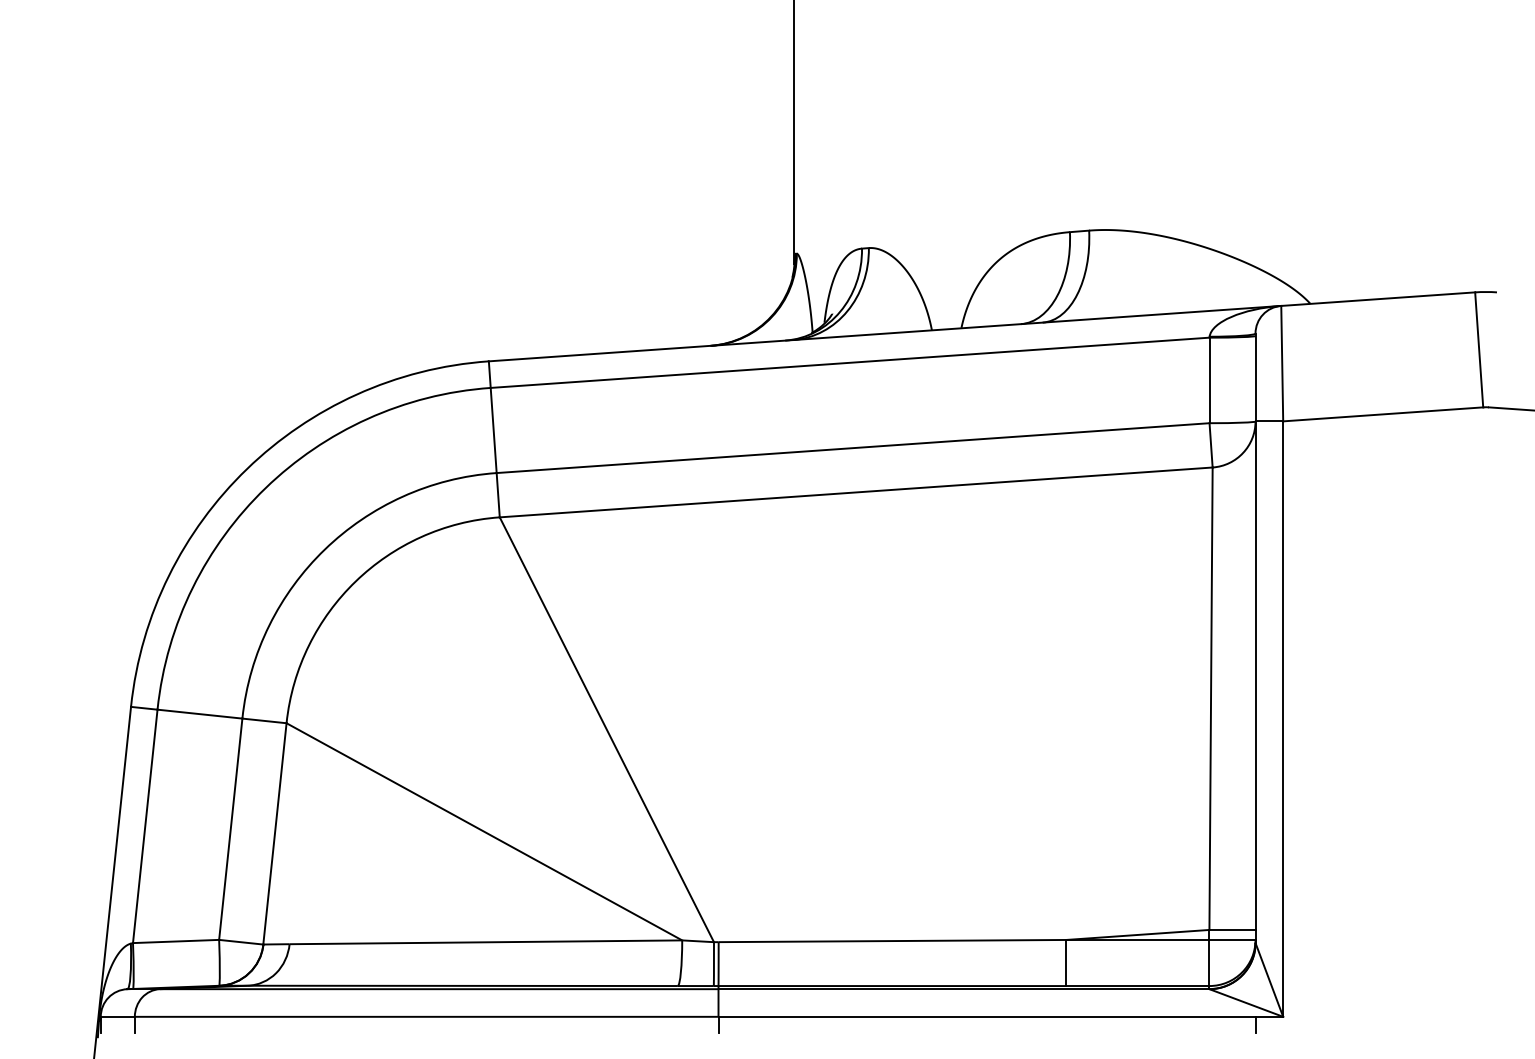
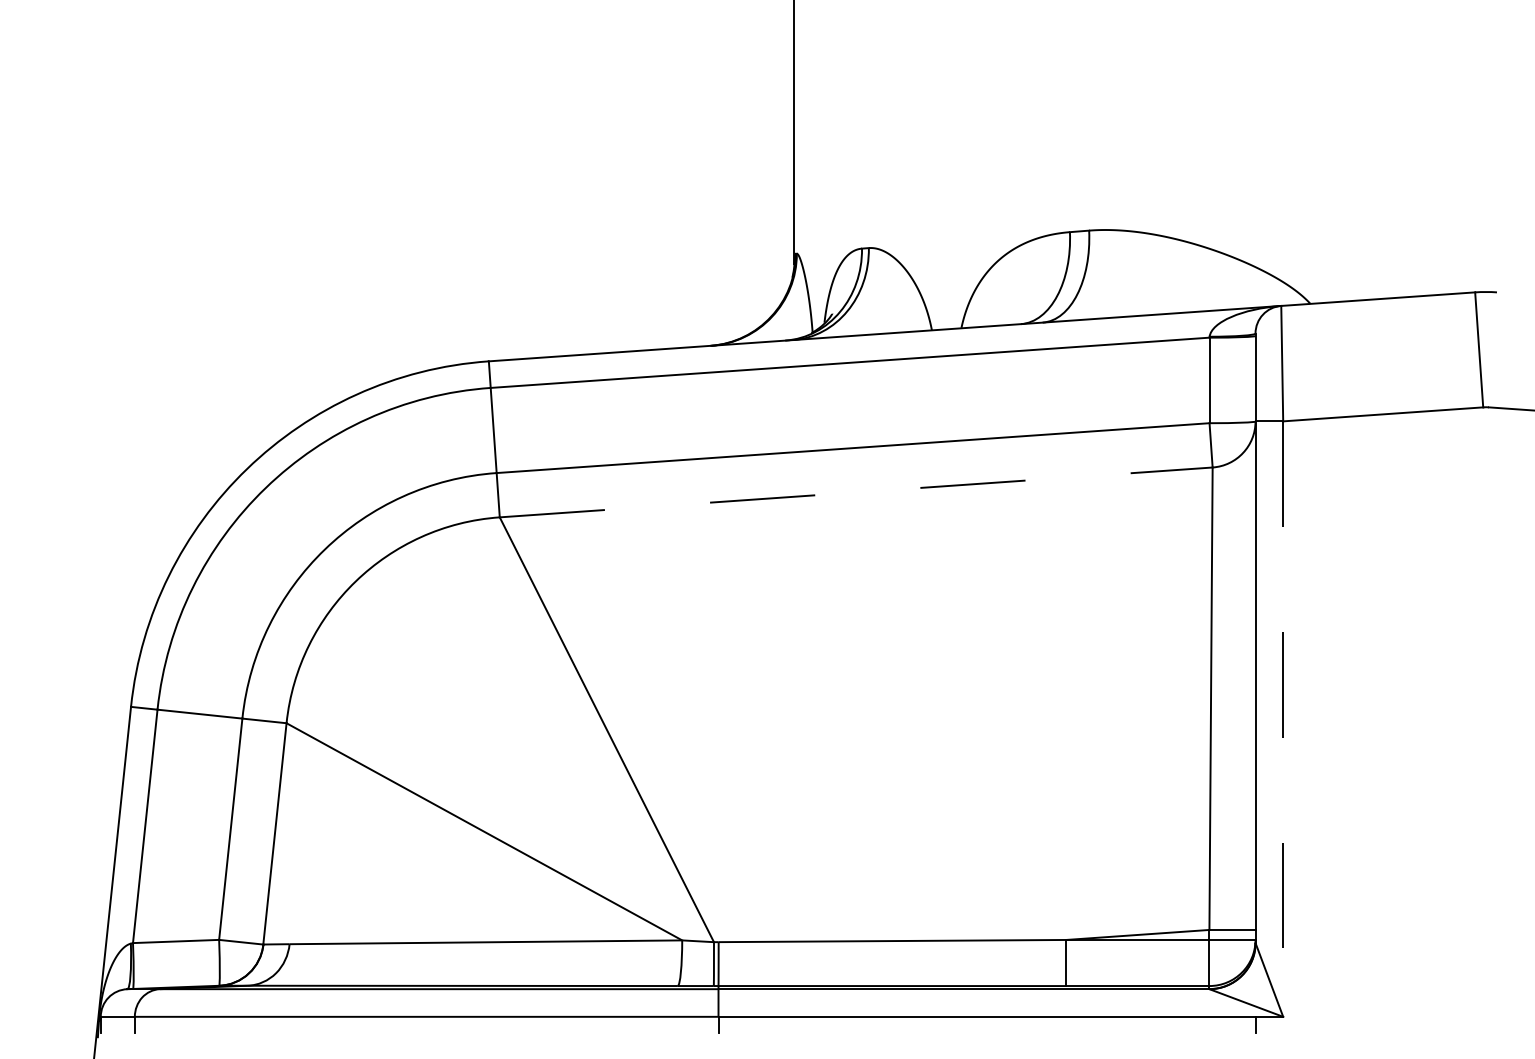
line at (856, 492): solid -> dashed
line at (1283, 719): solid -> dashed
